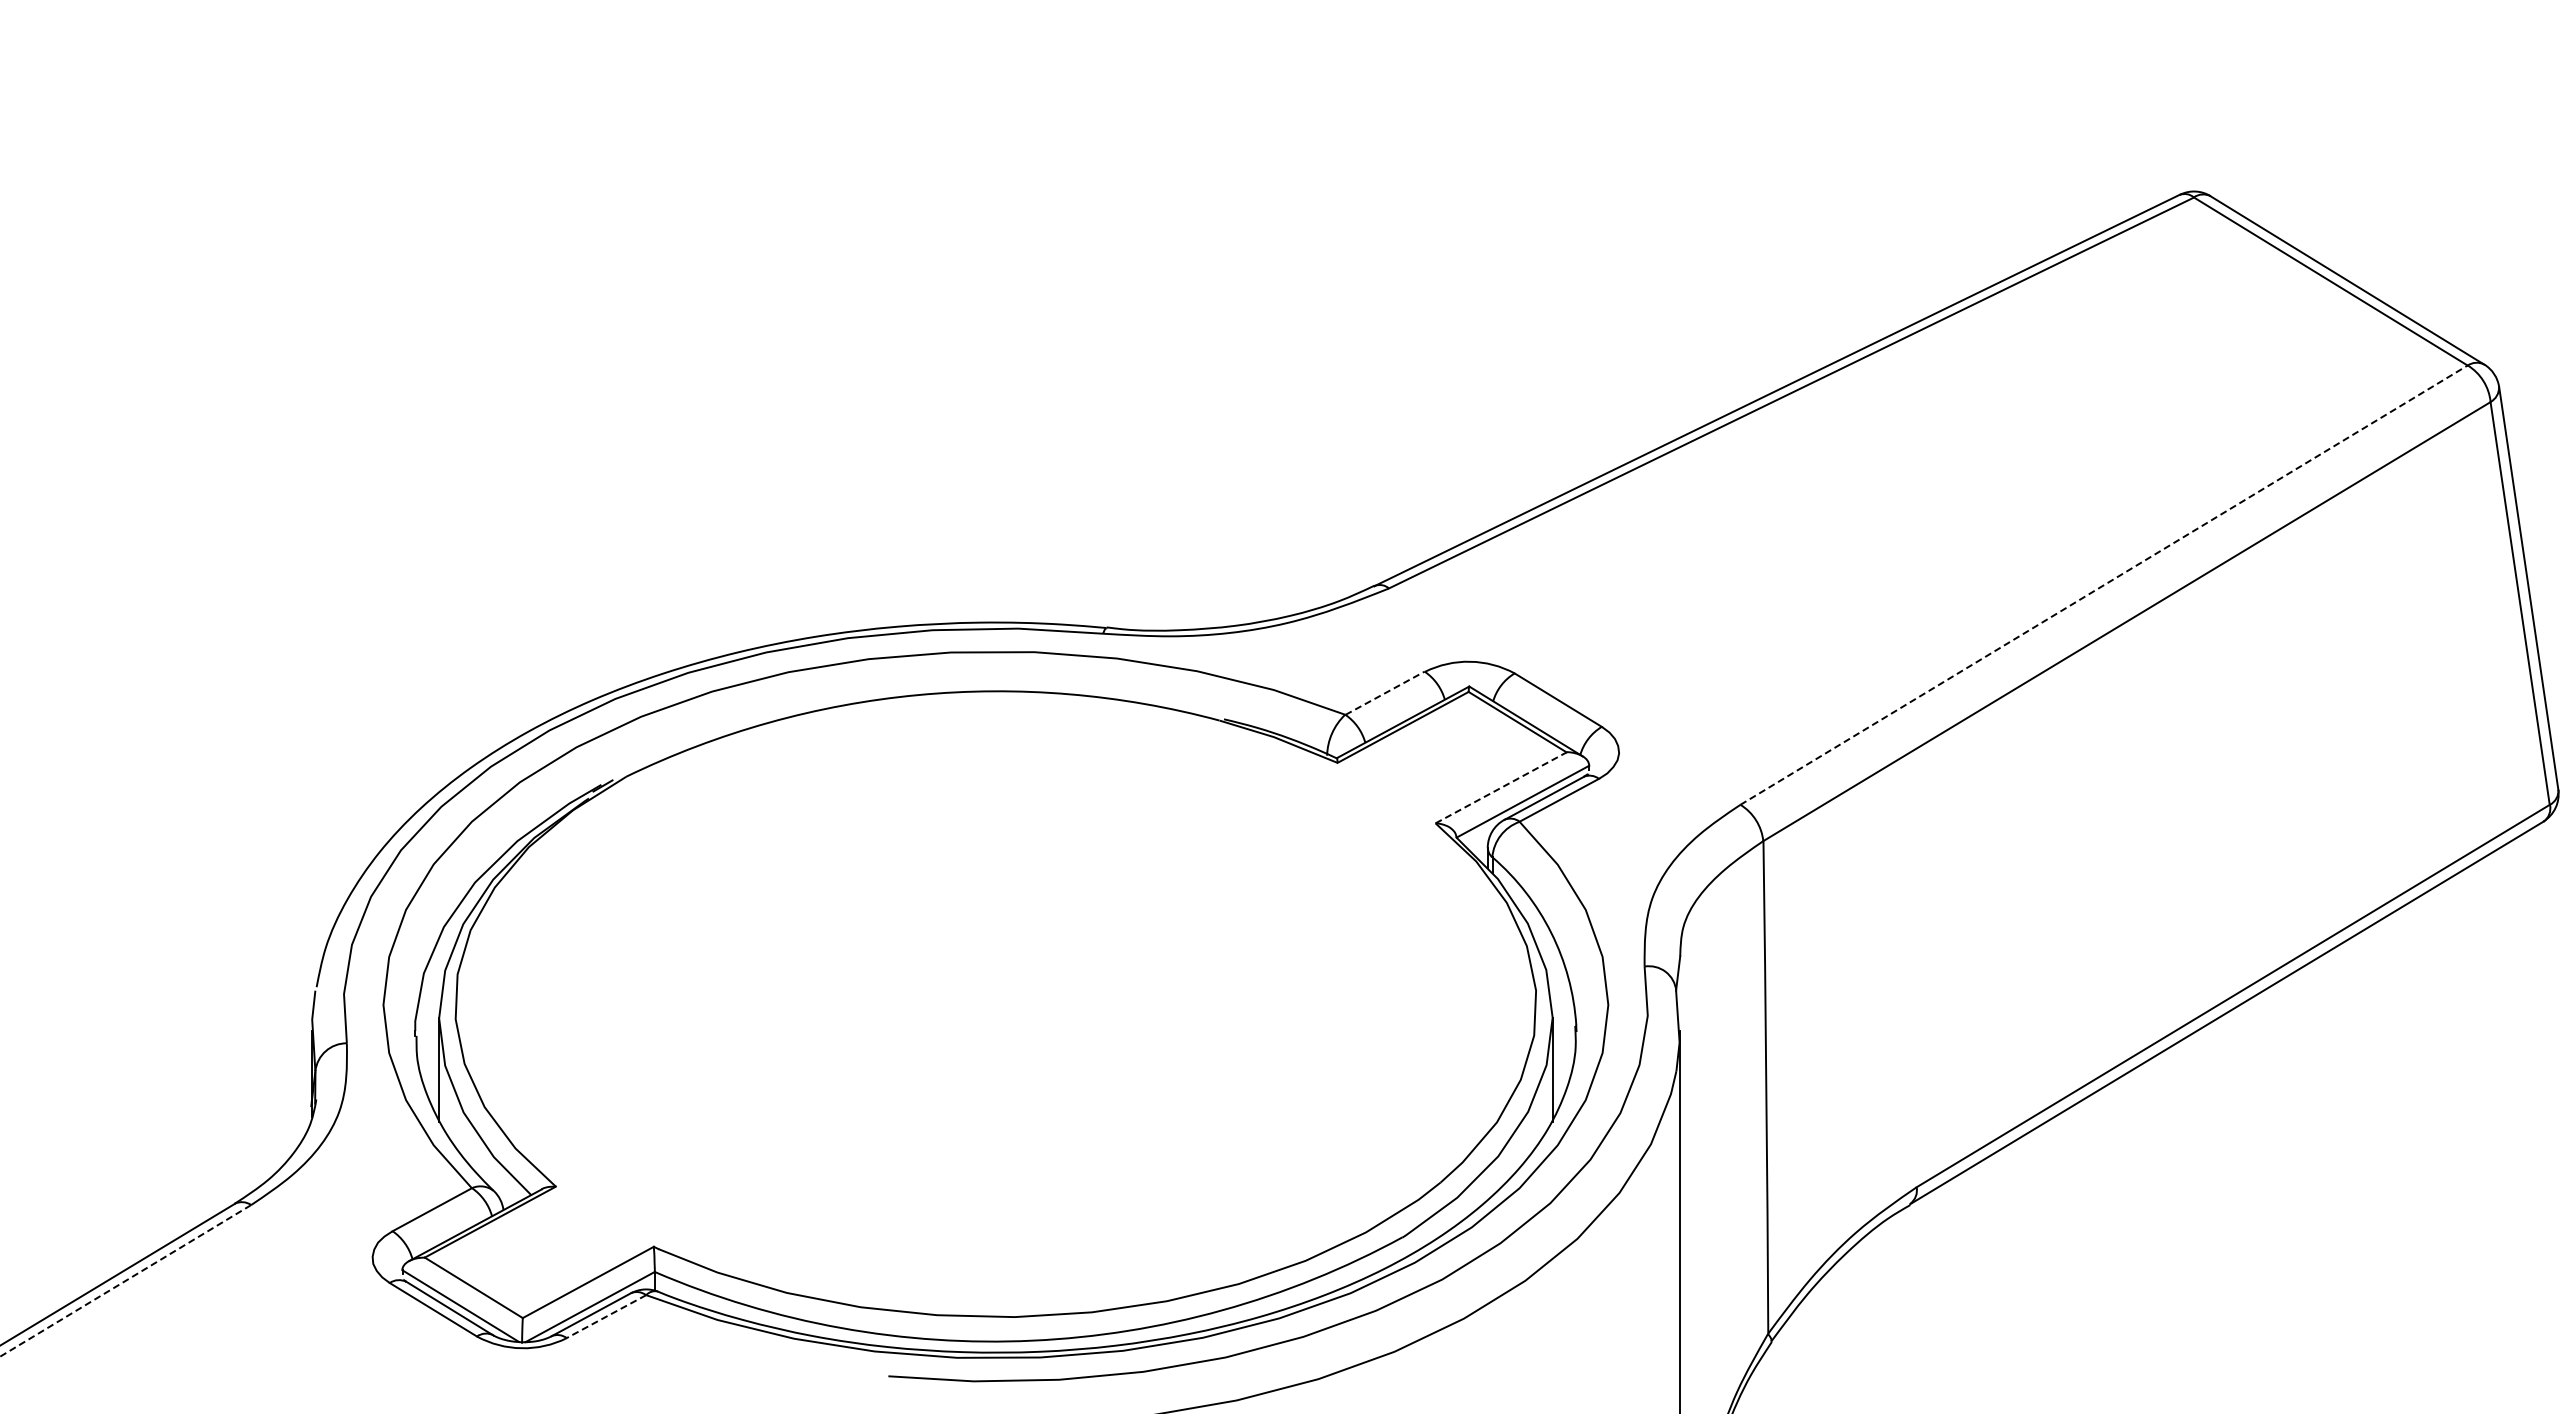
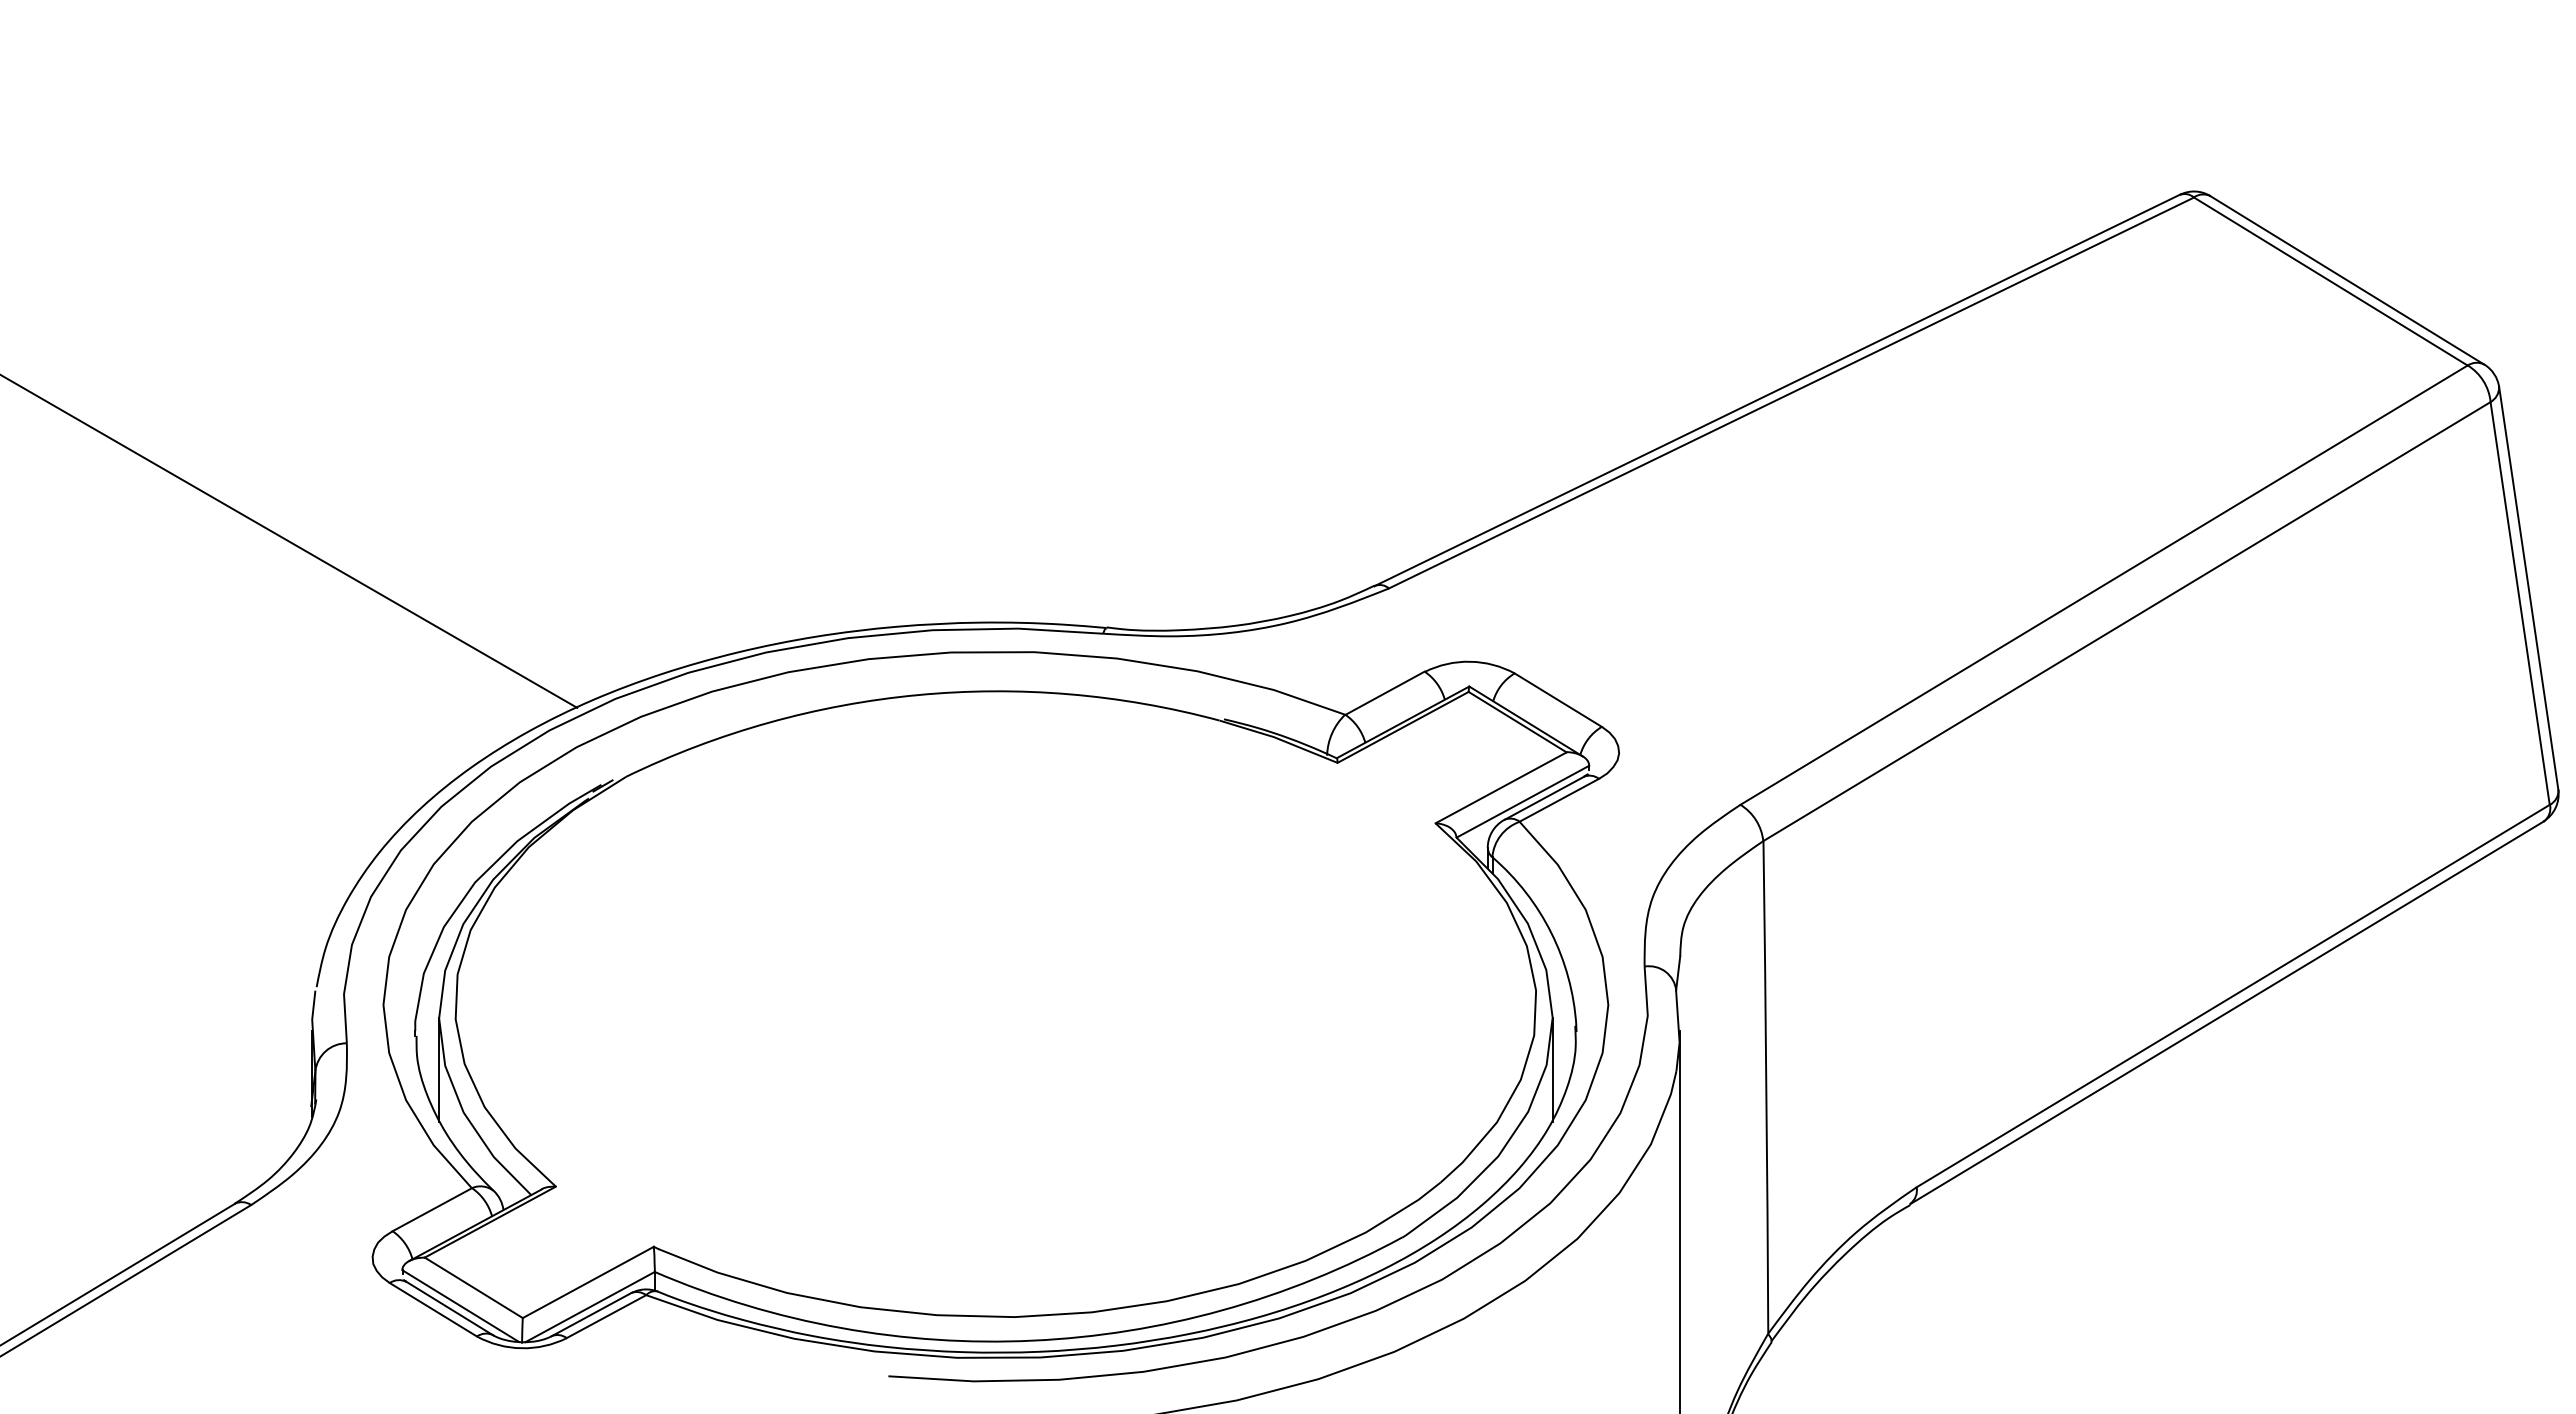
line at (289, 541): none -> present
line at (2104, 585): dashed -> solid
line at (1385, 692): dashed -> solid
line at (1501, 787): dashed -> solid
line at (125, 1281): dashed -> solid
line at (606, 1316): dashed -> solid
